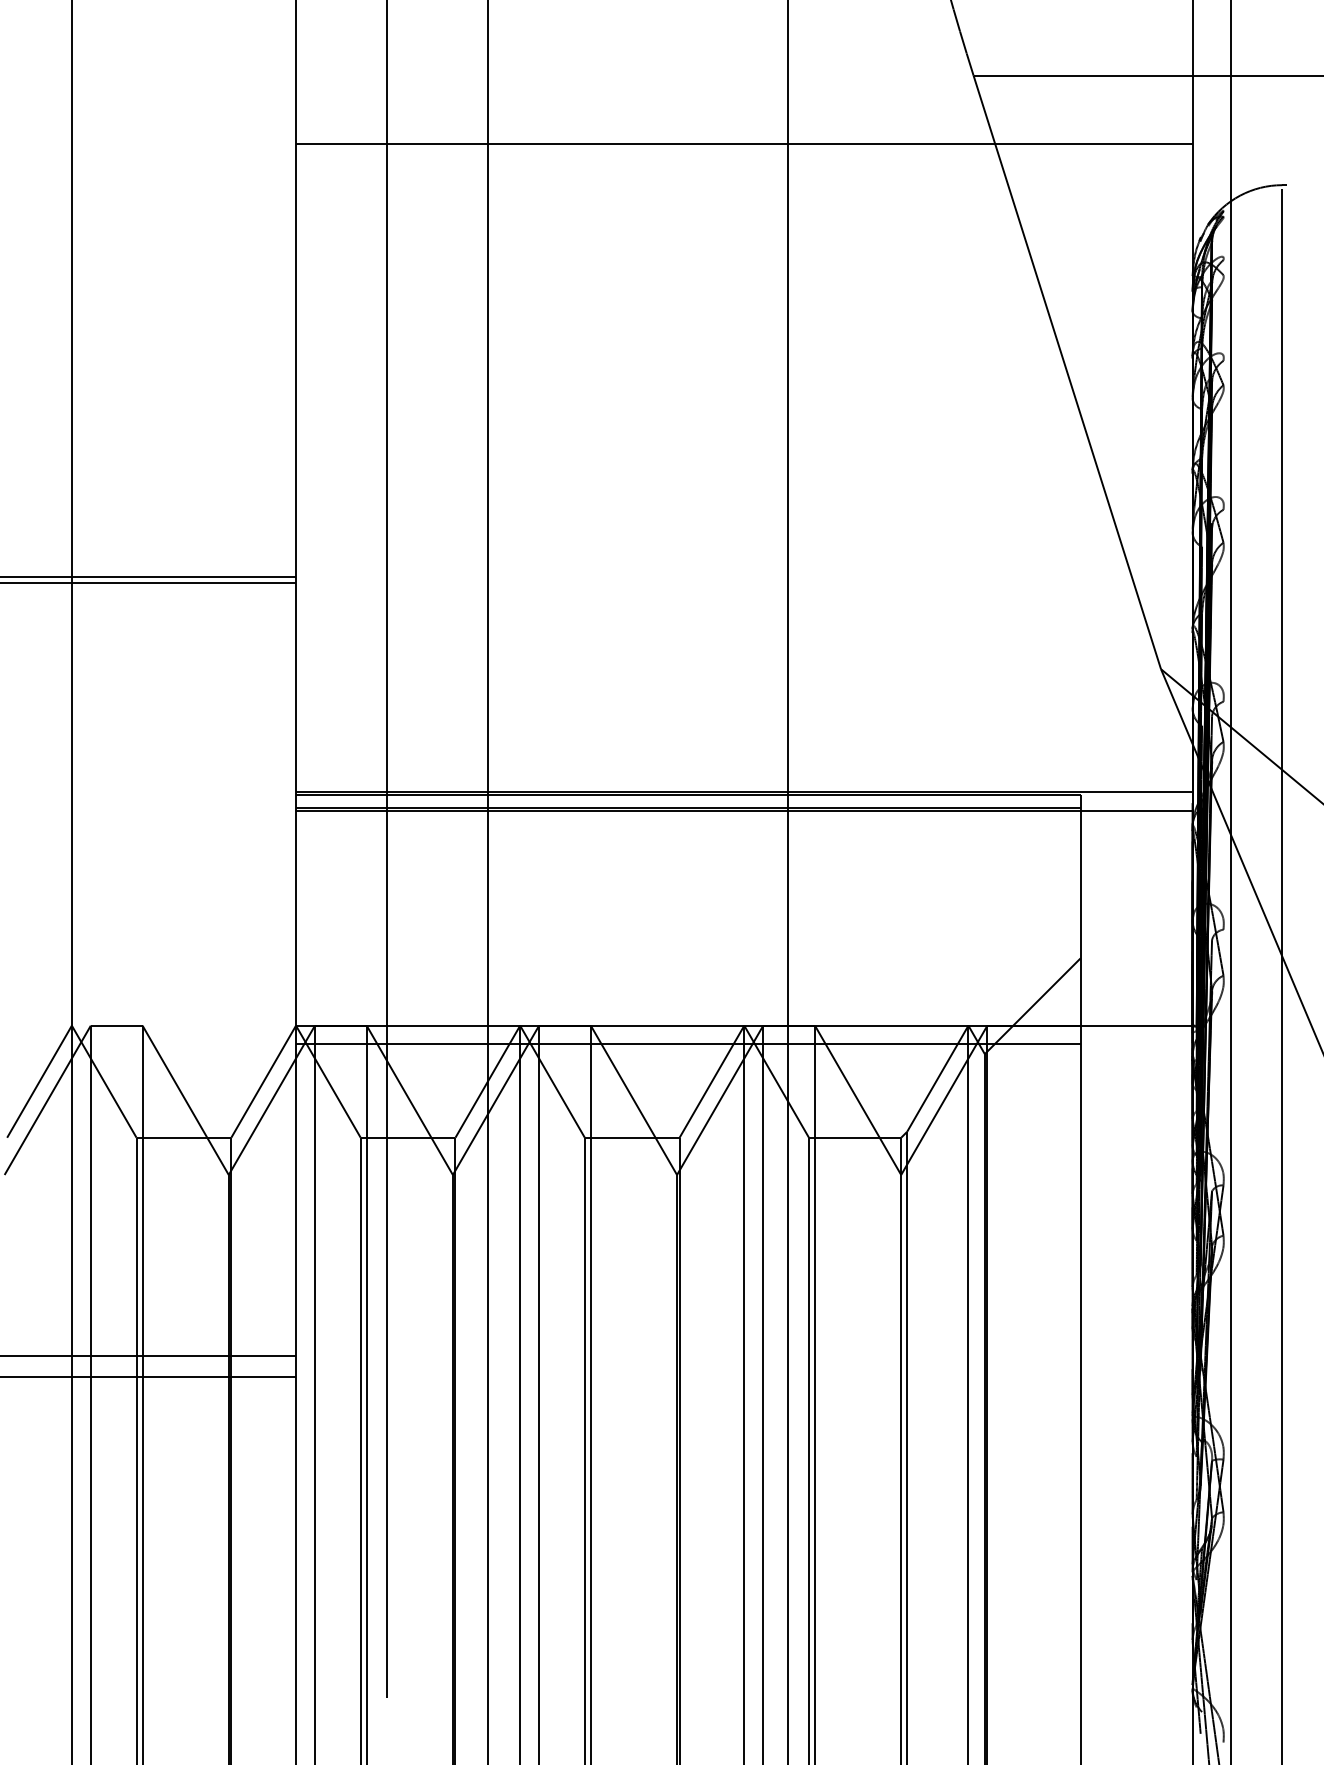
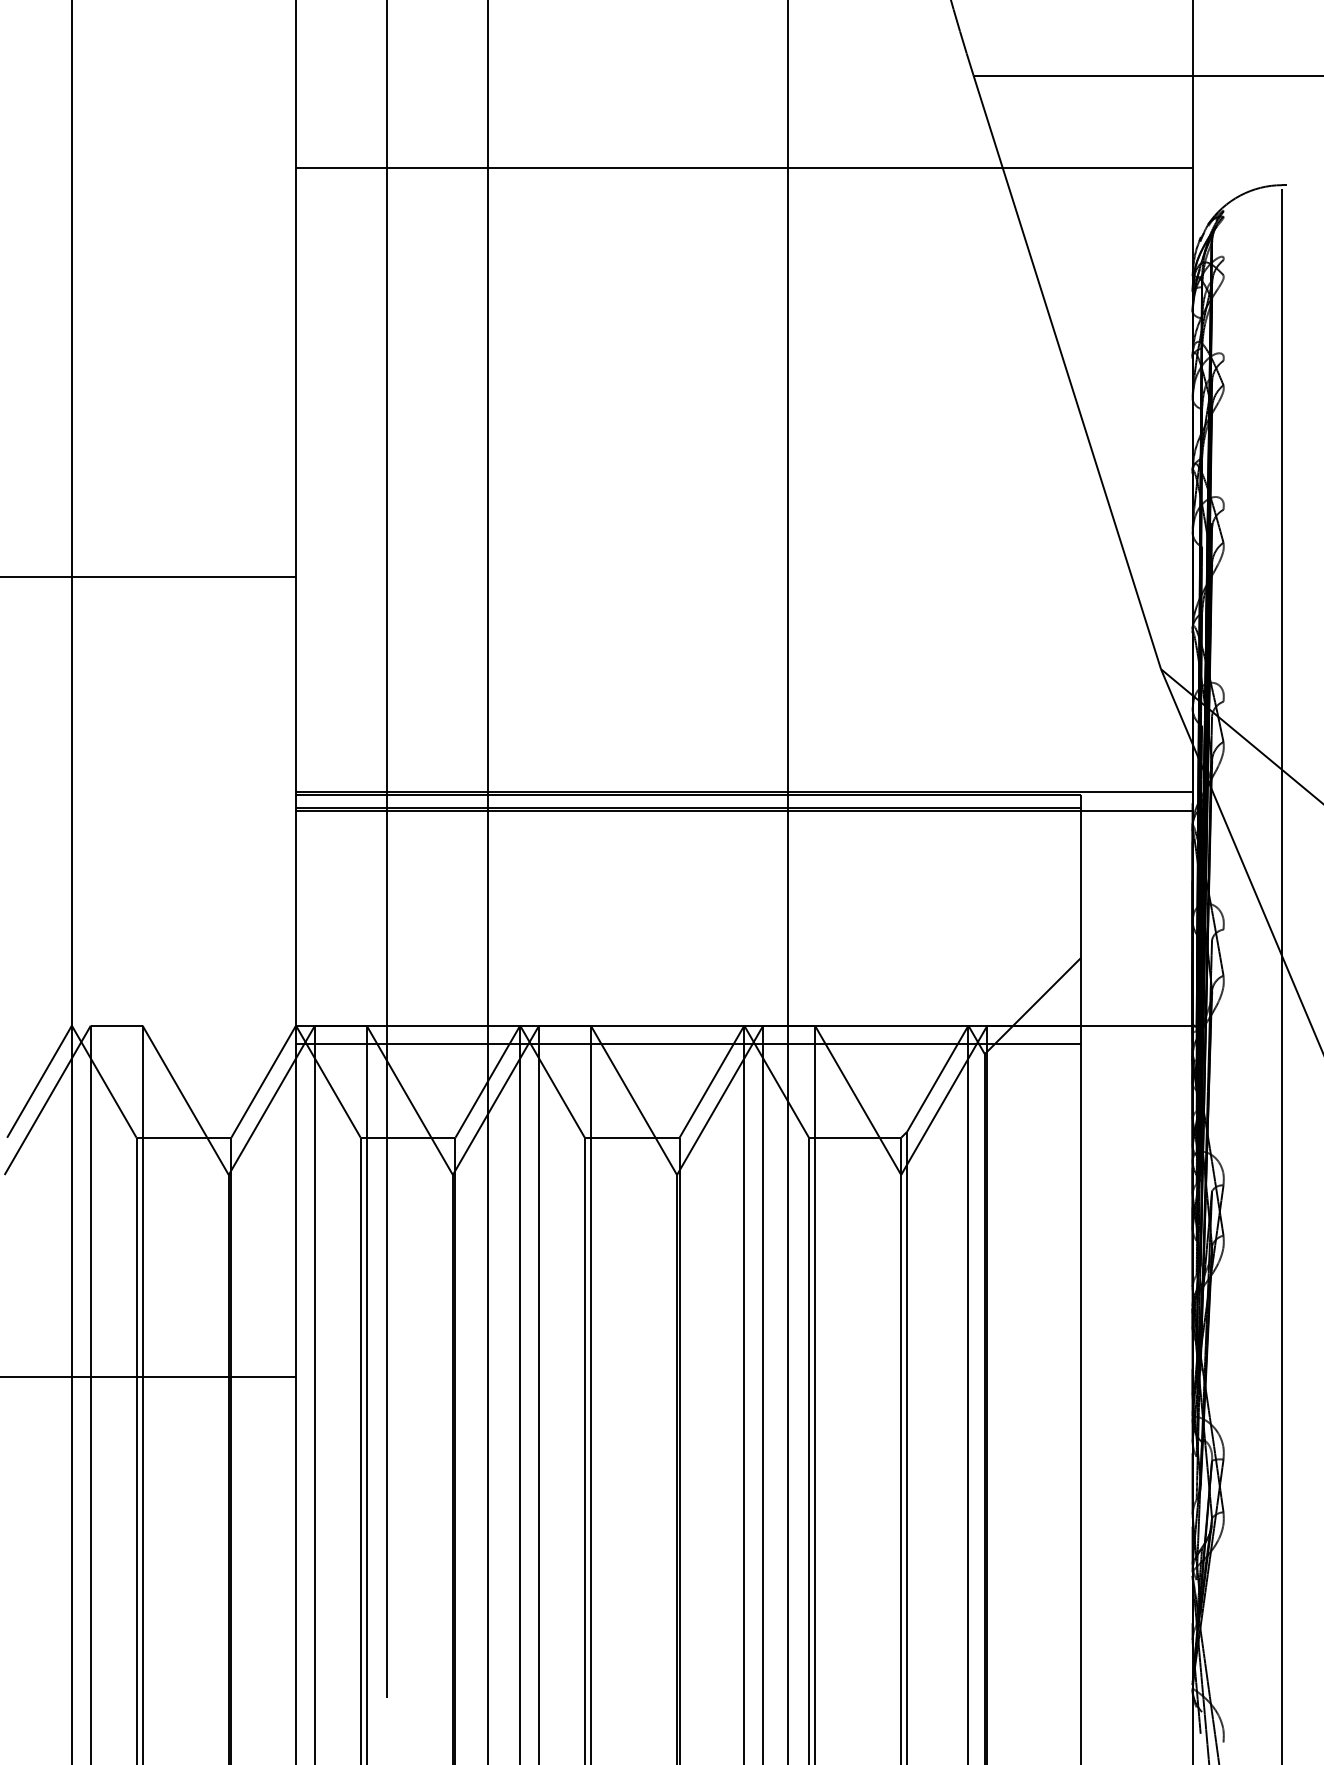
line at (744, 144) position: (744, 144) -> (744, 168)
line at (149, 583): present -> none
line at (1230, 881): present -> none
line at (149, 1355): present -> none
